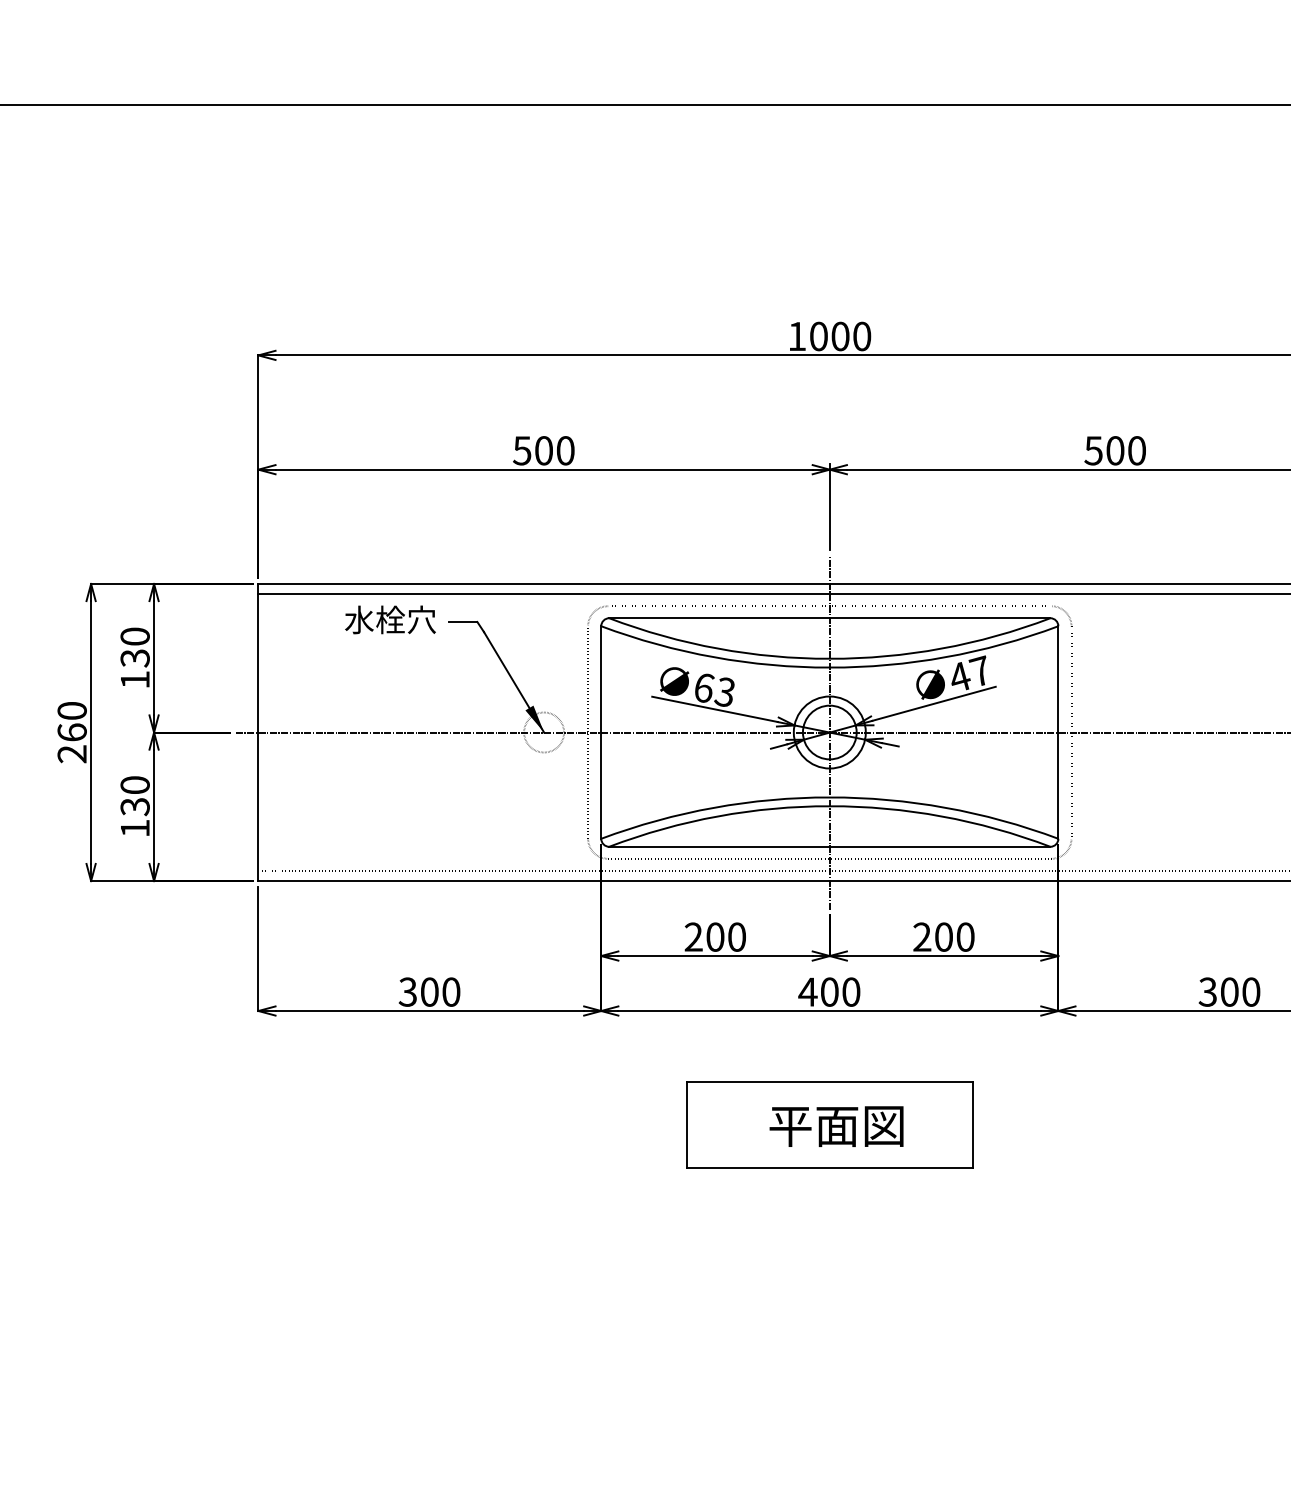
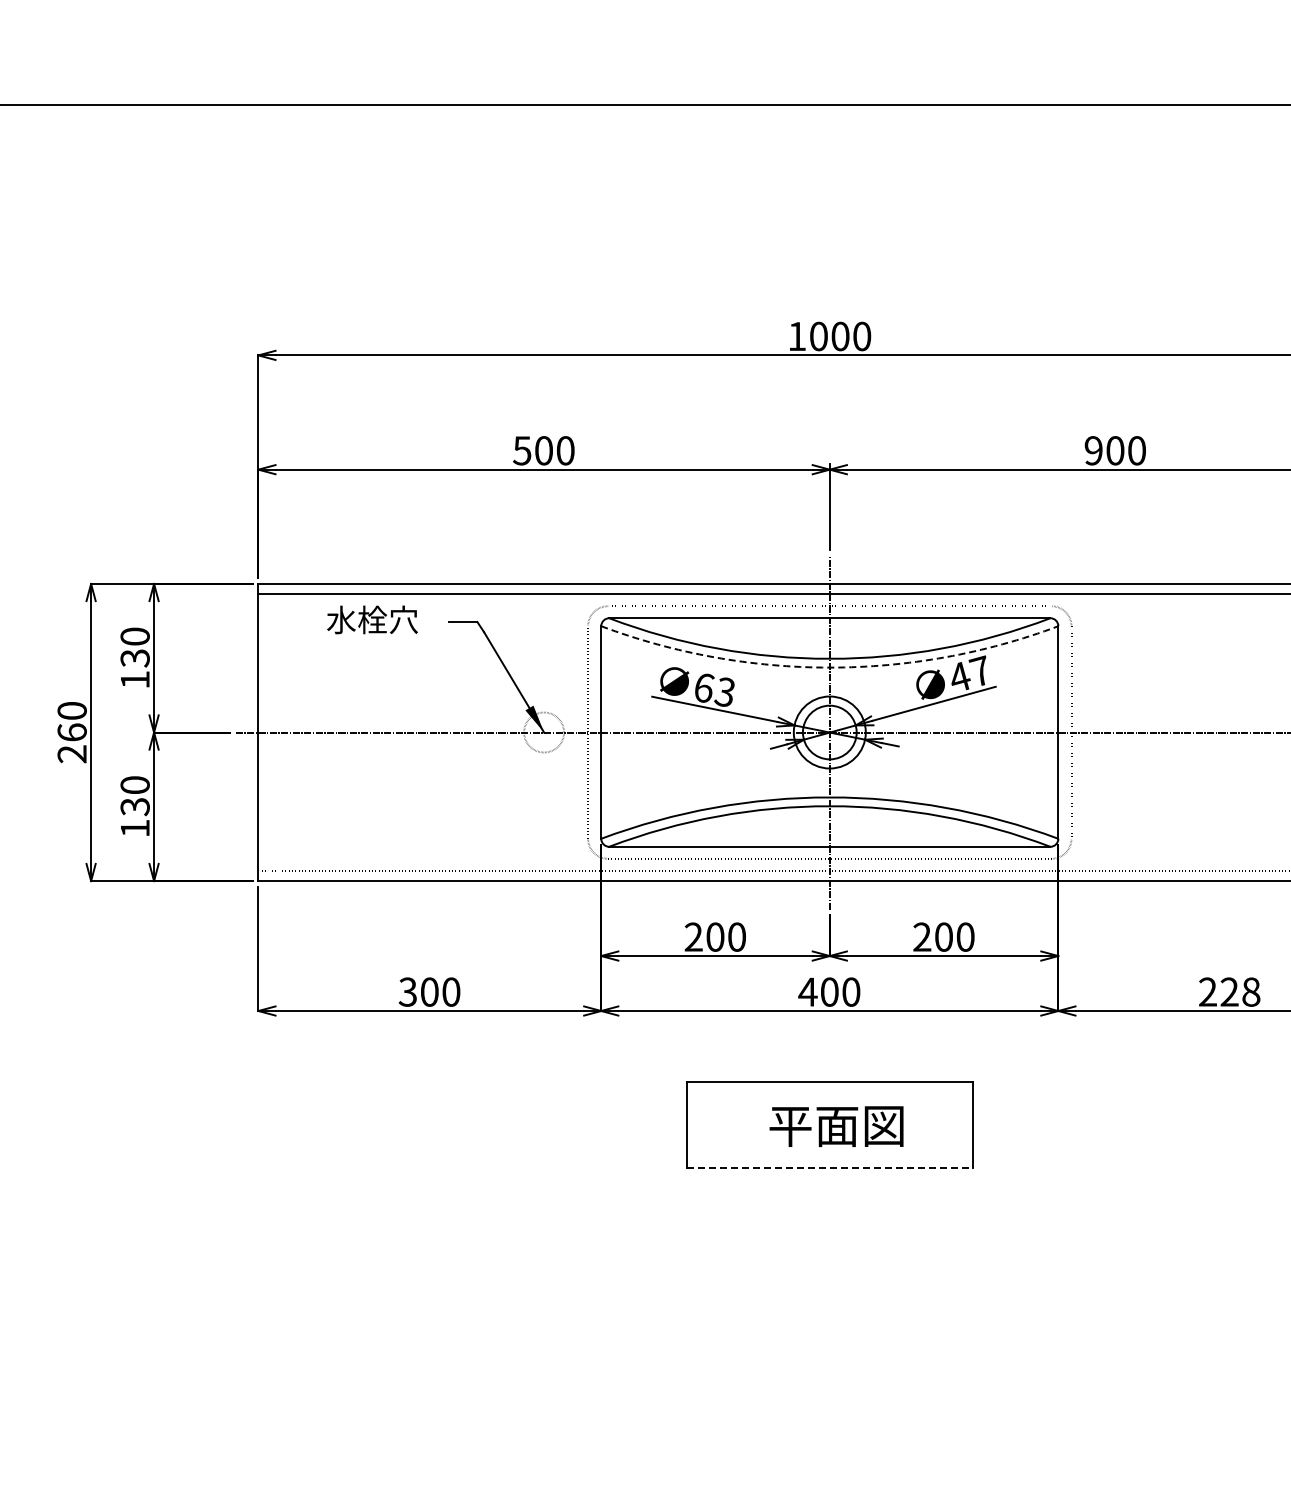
text at (1093, 450): 500 -> 900
text at (390, 619) position: (390, 619) -> (372, 619)
arc at (829, 667): solid -> dashed
text at (1229, 991): 300 -> 228
line at (829, 1168): solid -> dashed
